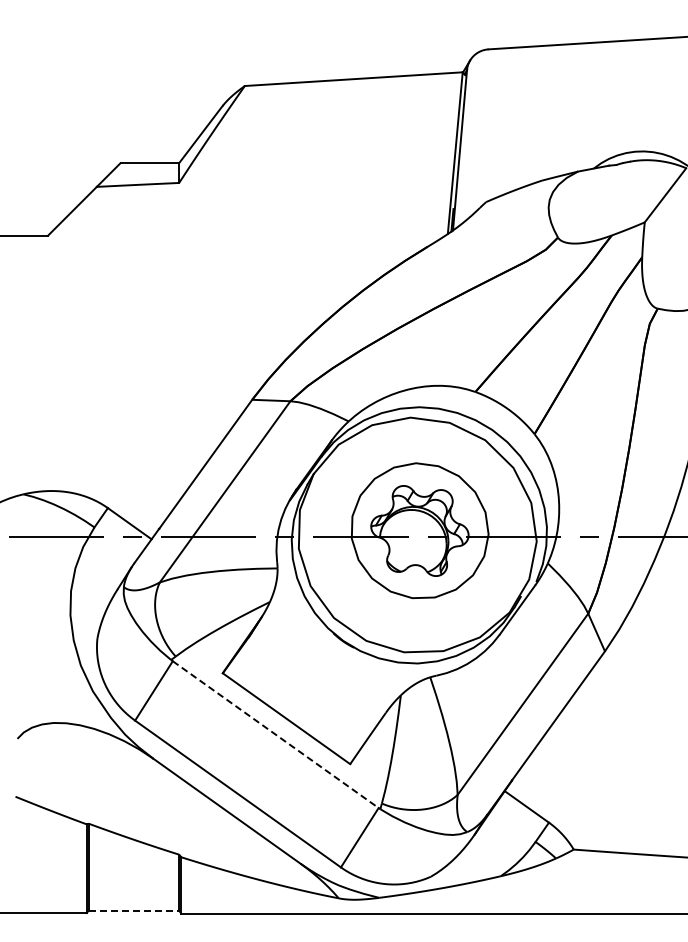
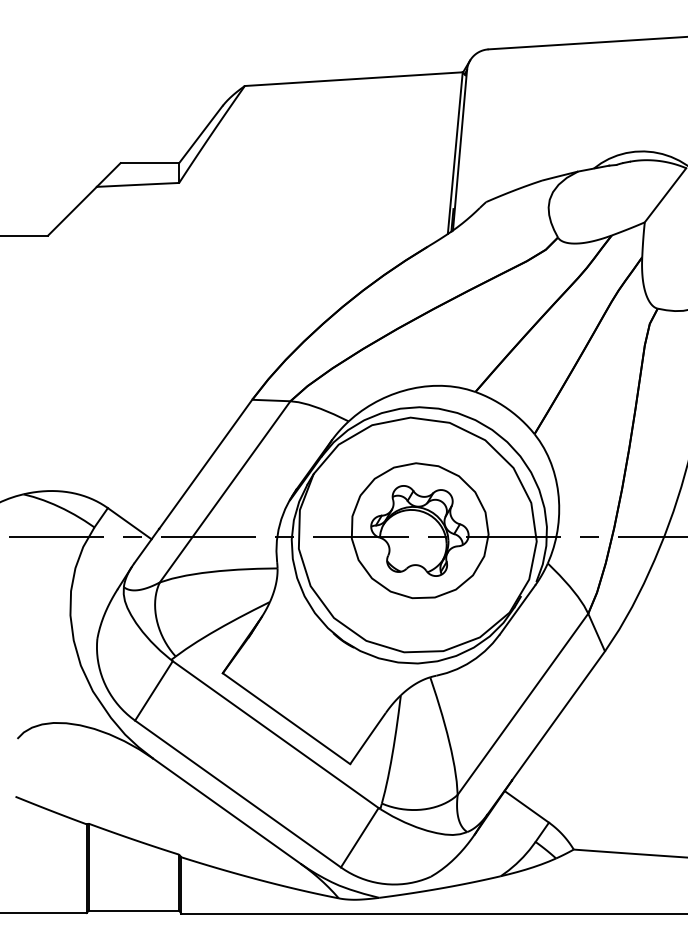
line at (276, 734): dashed -> solid
line at (134, 910): dashed -> solid
